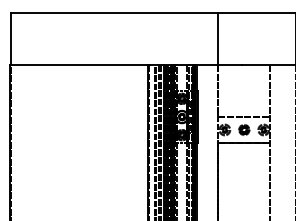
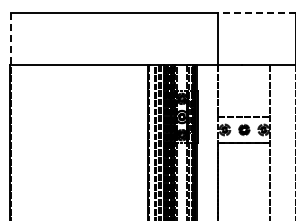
line at (256, 13): solid -> dashed
line at (10, 39): solid -> dashed
